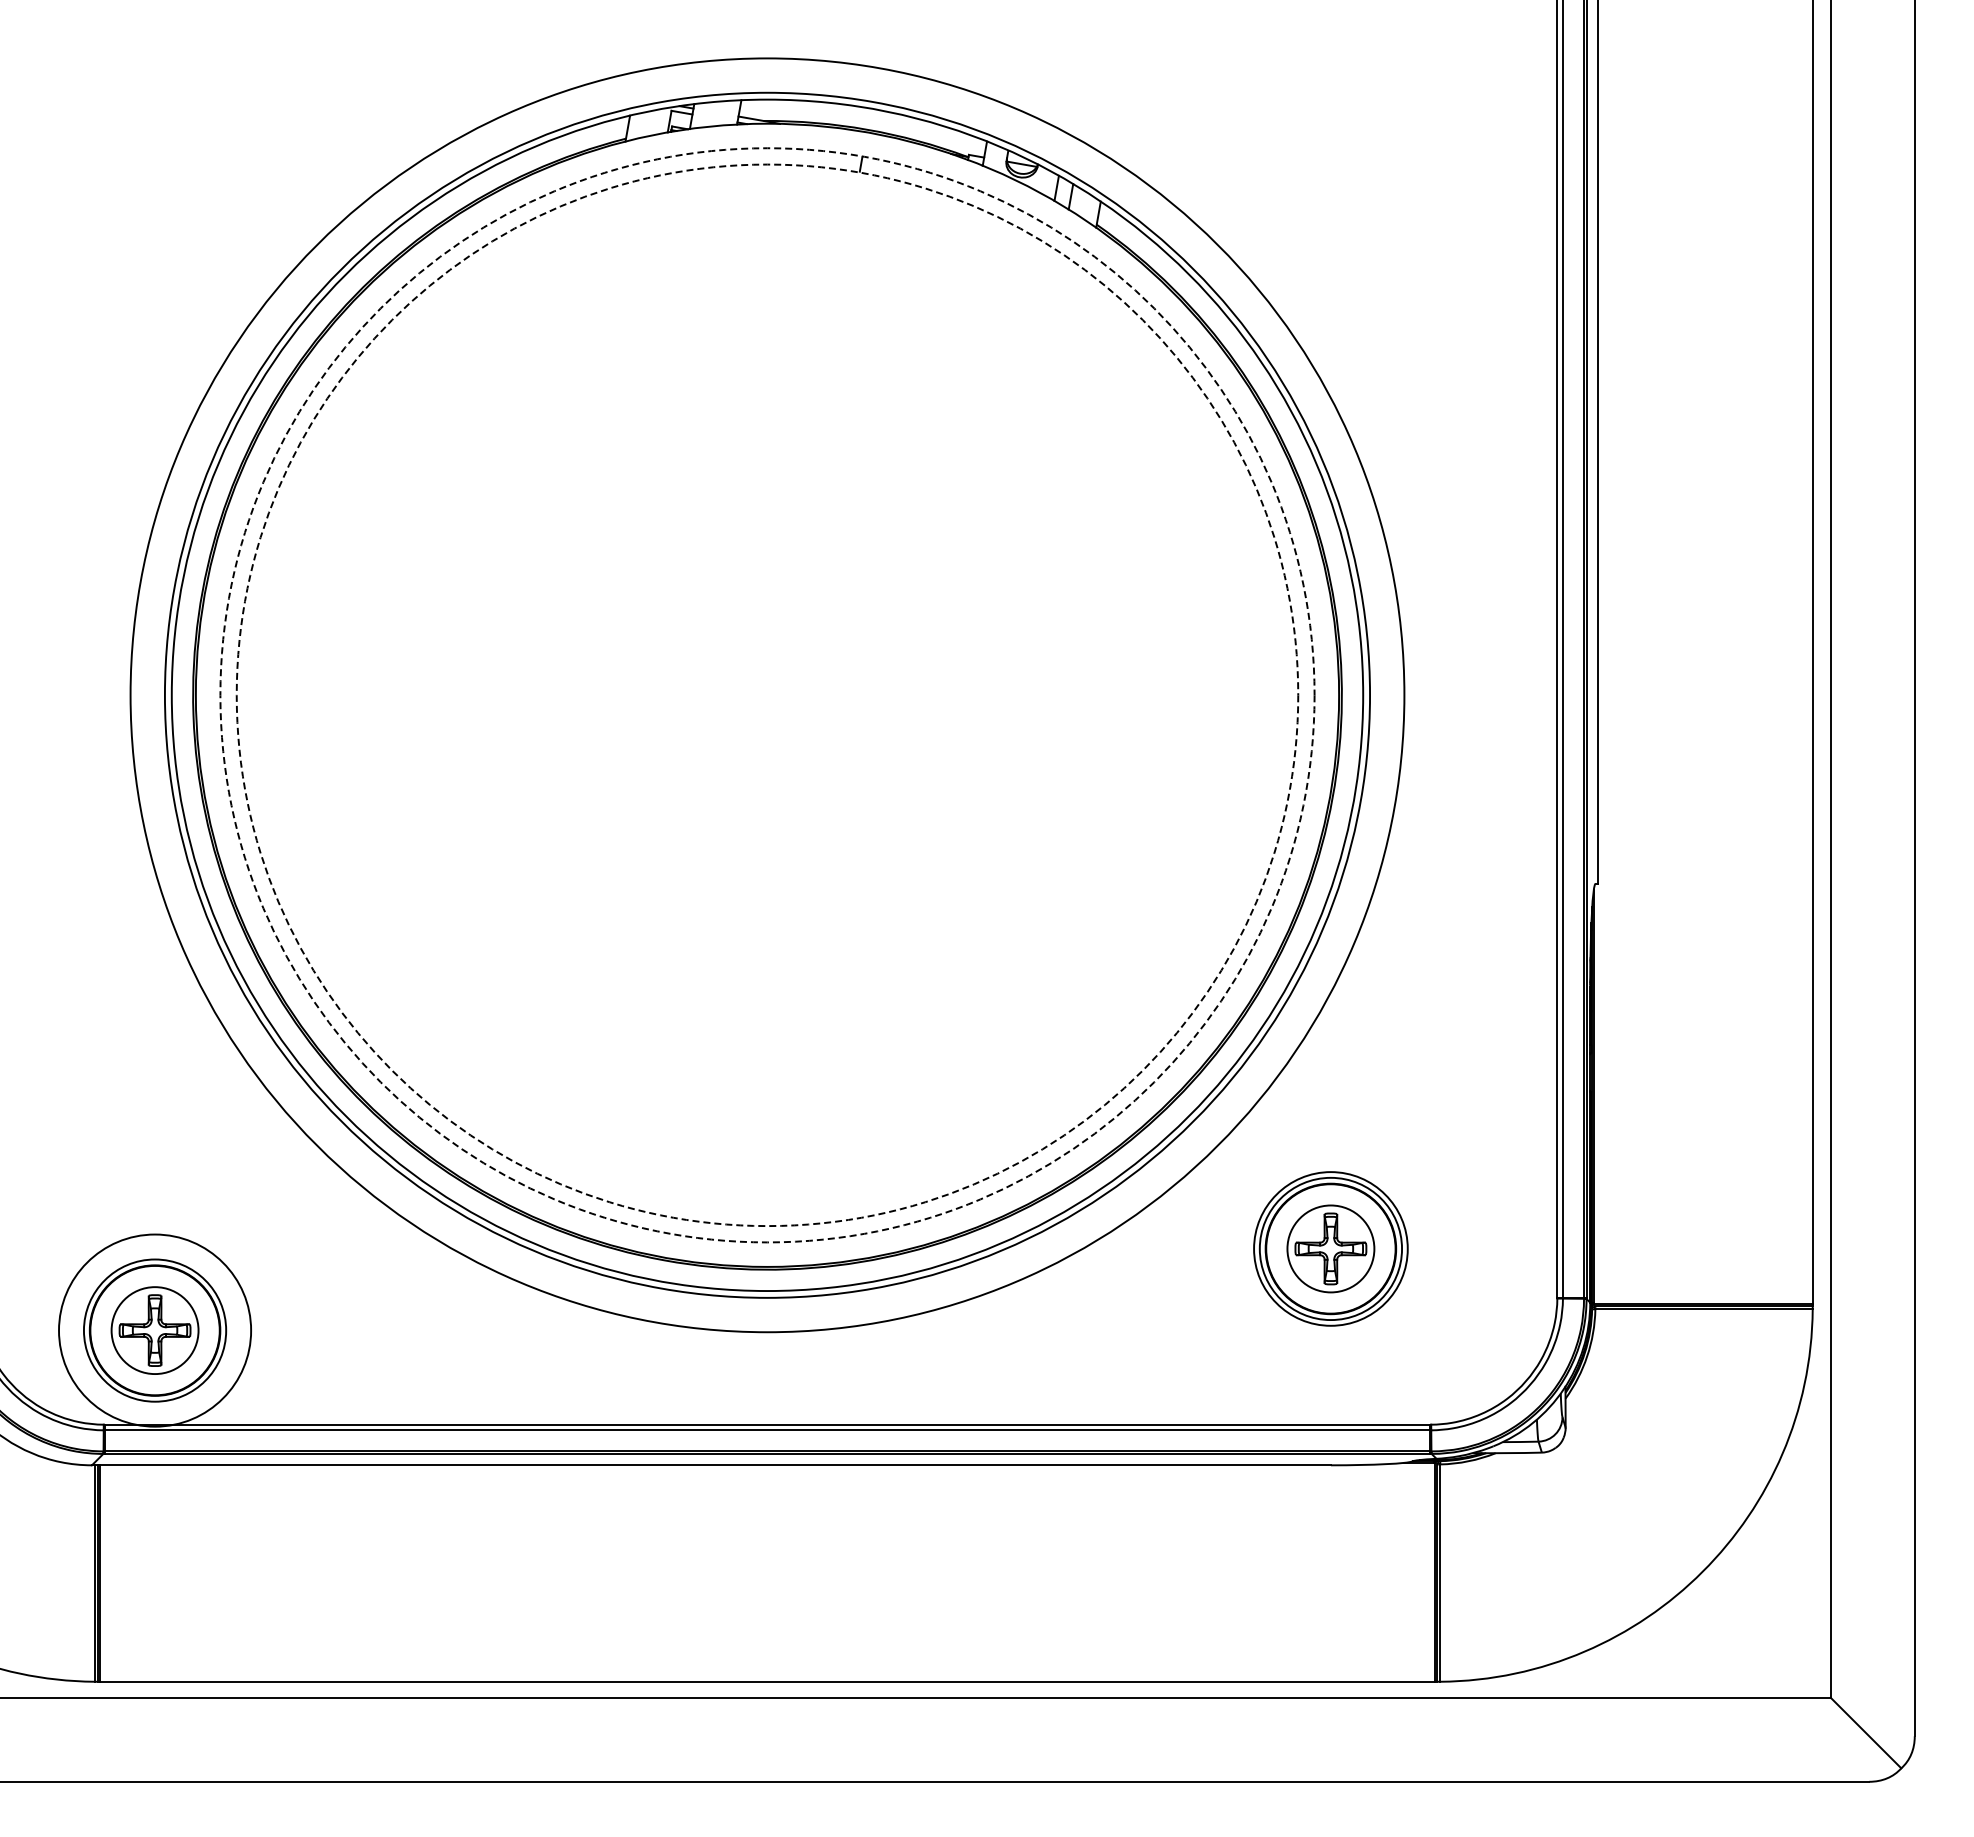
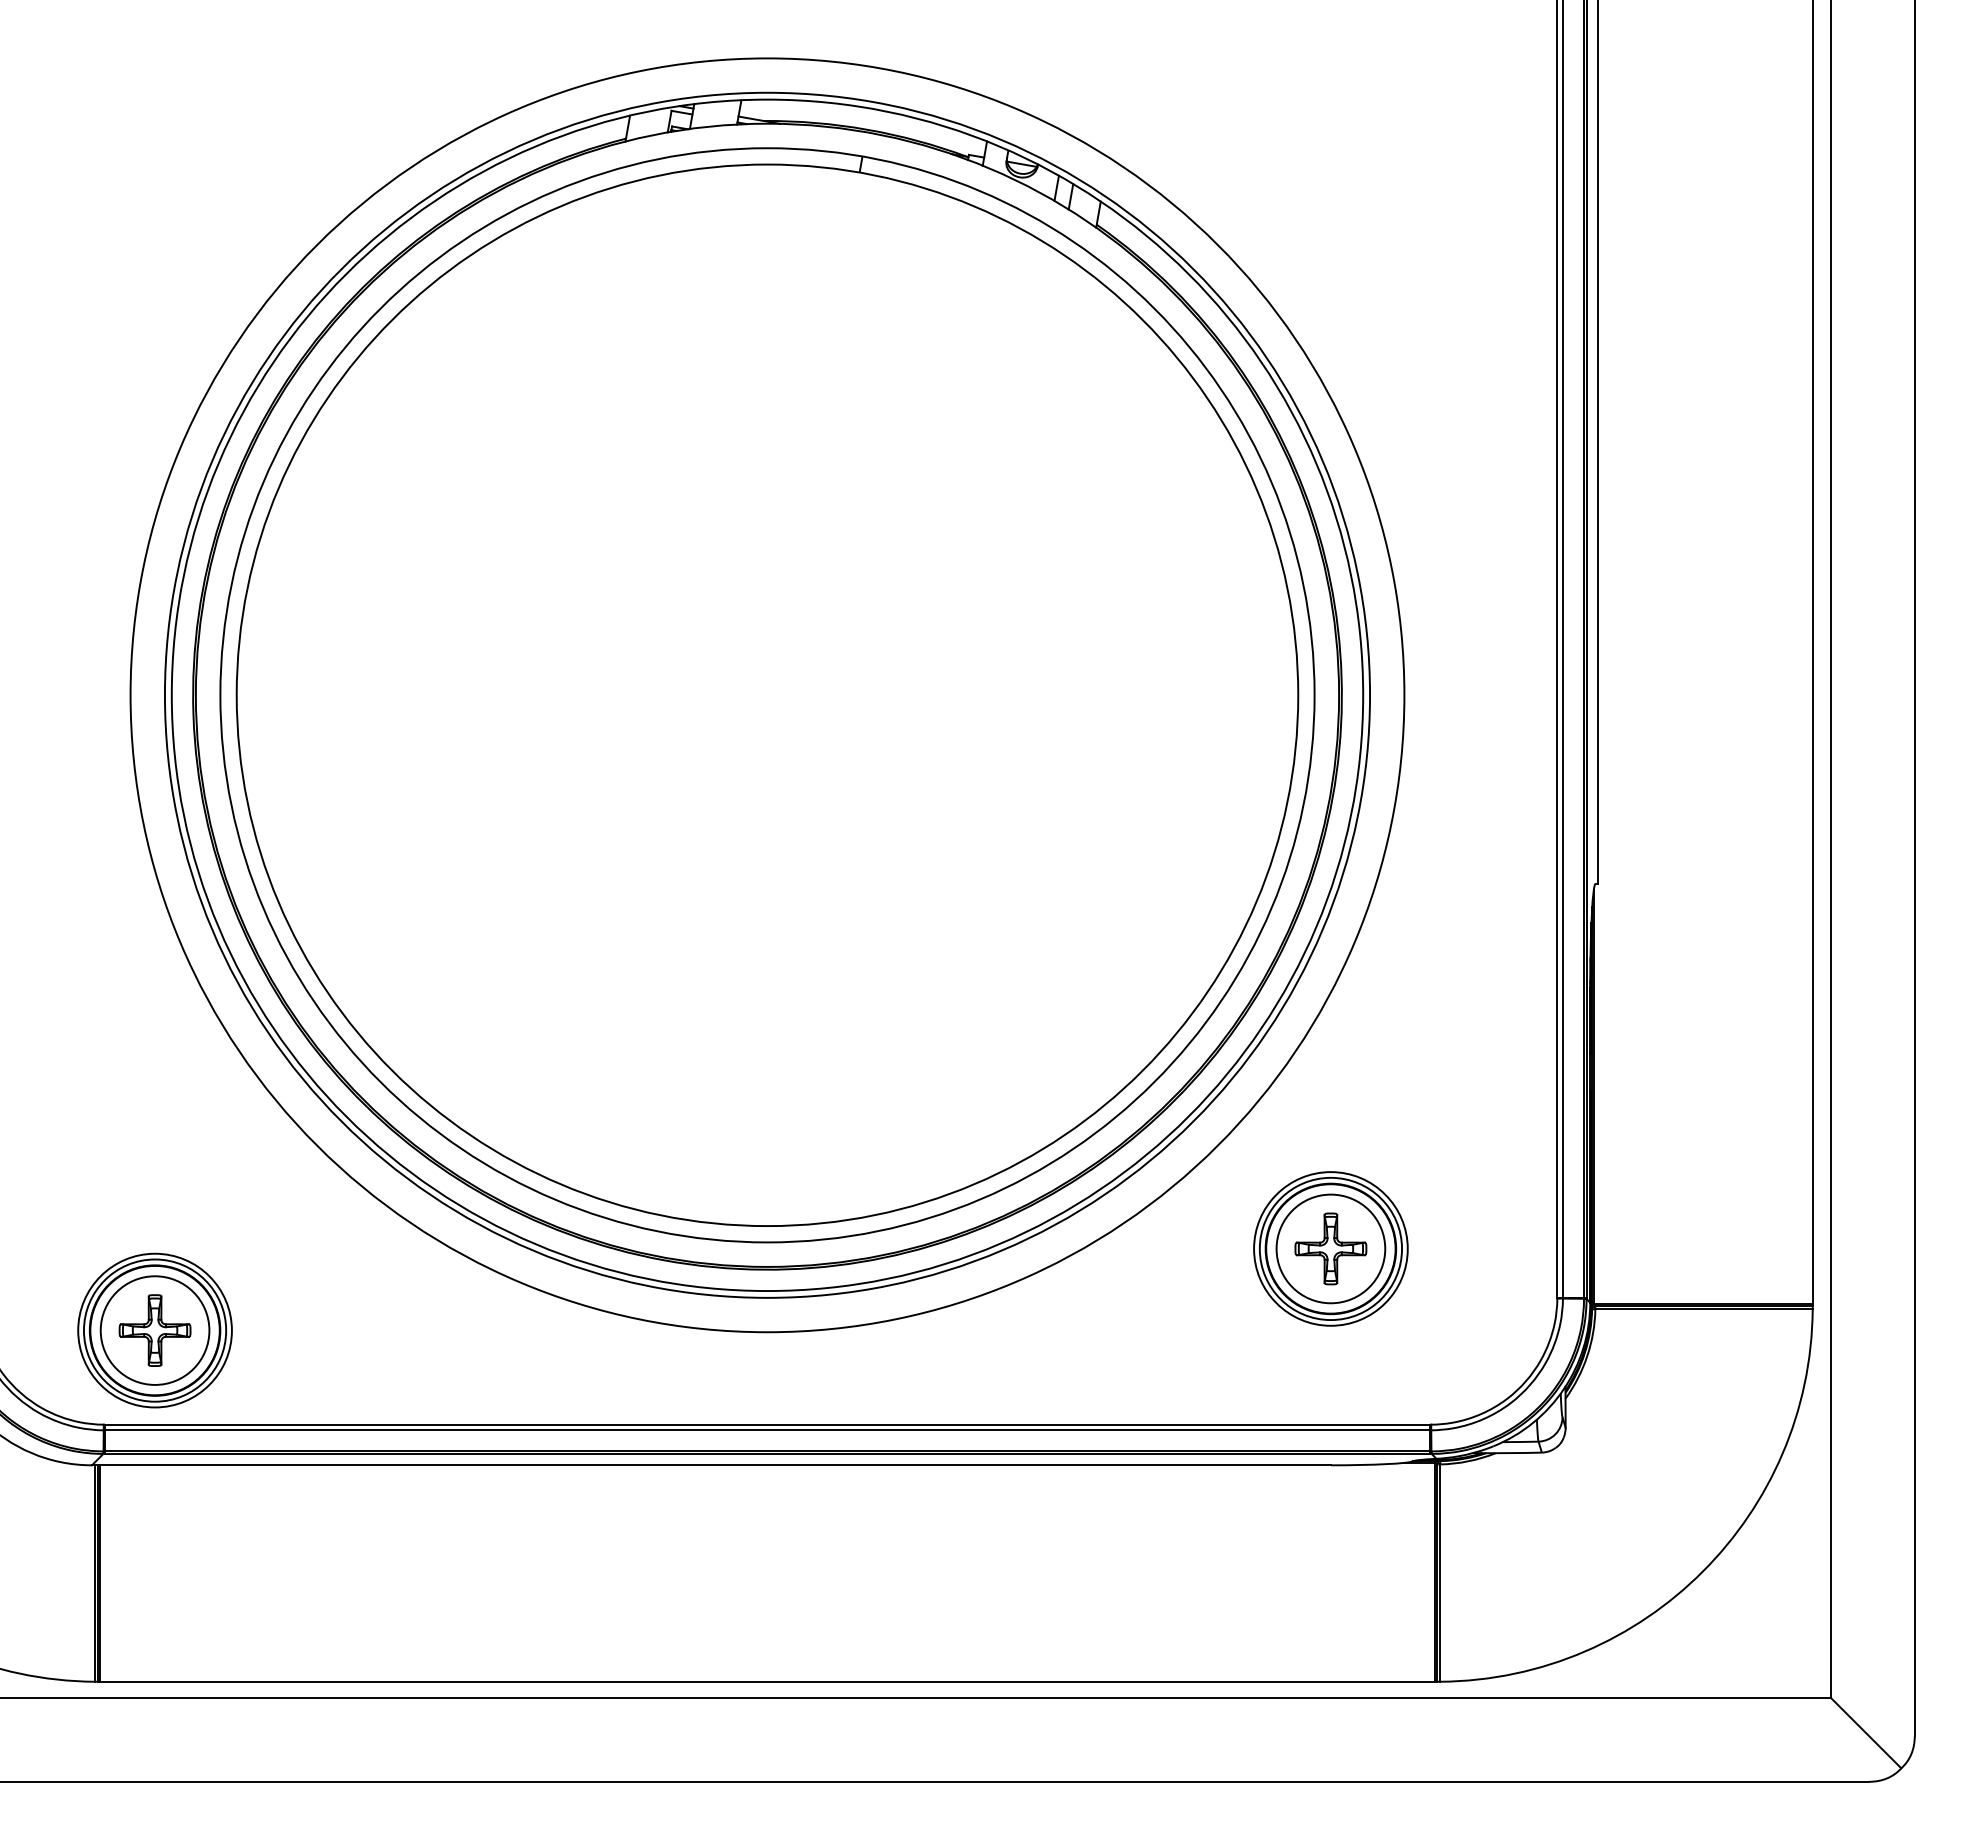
circle at (767, 695): dashed -> solid
circle at (767, 695): dashed -> solid
circle at (1330, 1248) diameter: 87 px -> 109 px
circle at (154, 1330) diameter: 87 px -> 109 px
circle at (155, 1330) diameter: 192 px -> 154 px
